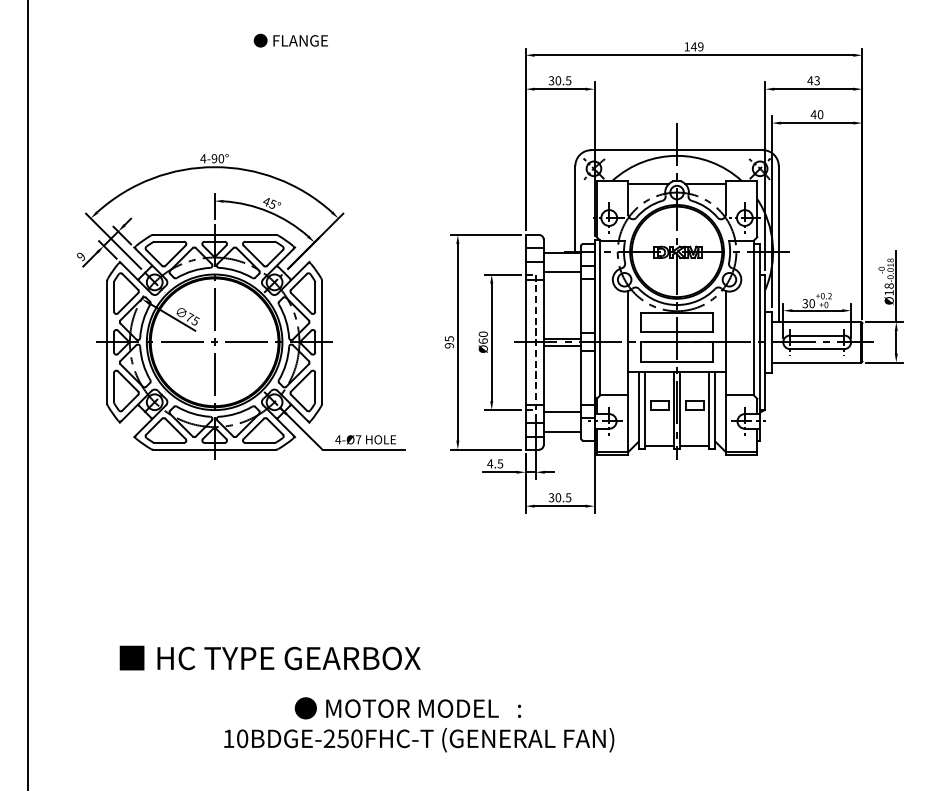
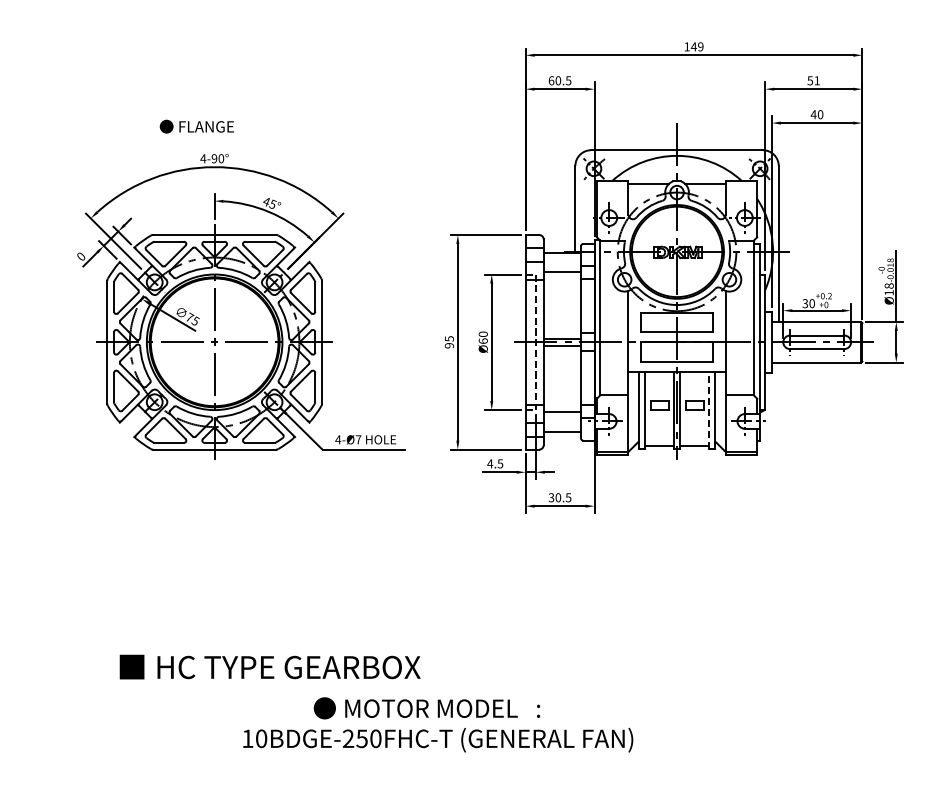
text at (290, 40) position: (290, 40) -> (196, 126)
text at (551, 80): 30.5 -> 60.5
text at (813, 80): 43 -> 51
text at (81, 256): 9 -> 0
line at (27, 394): present -> none
line at (708, 409): solid -> dashed
text at (269, 657) position: (269, 657) -> (269, 666)
text at (419, 724) position: (419, 724) -> (438, 724)
